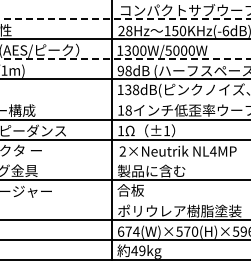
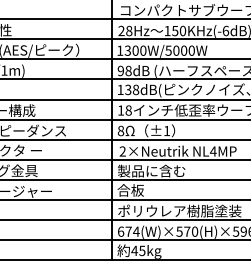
line at (126, 19): dashed -> solid
line at (126, 59): dashed -> solid
line at (124, 99): none -> present
text at (120, 130): 1 -> 8
line at (124, 159): none -> present
line at (124, 199): none -> present
text at (142, 250): 49kg -> 45kg
